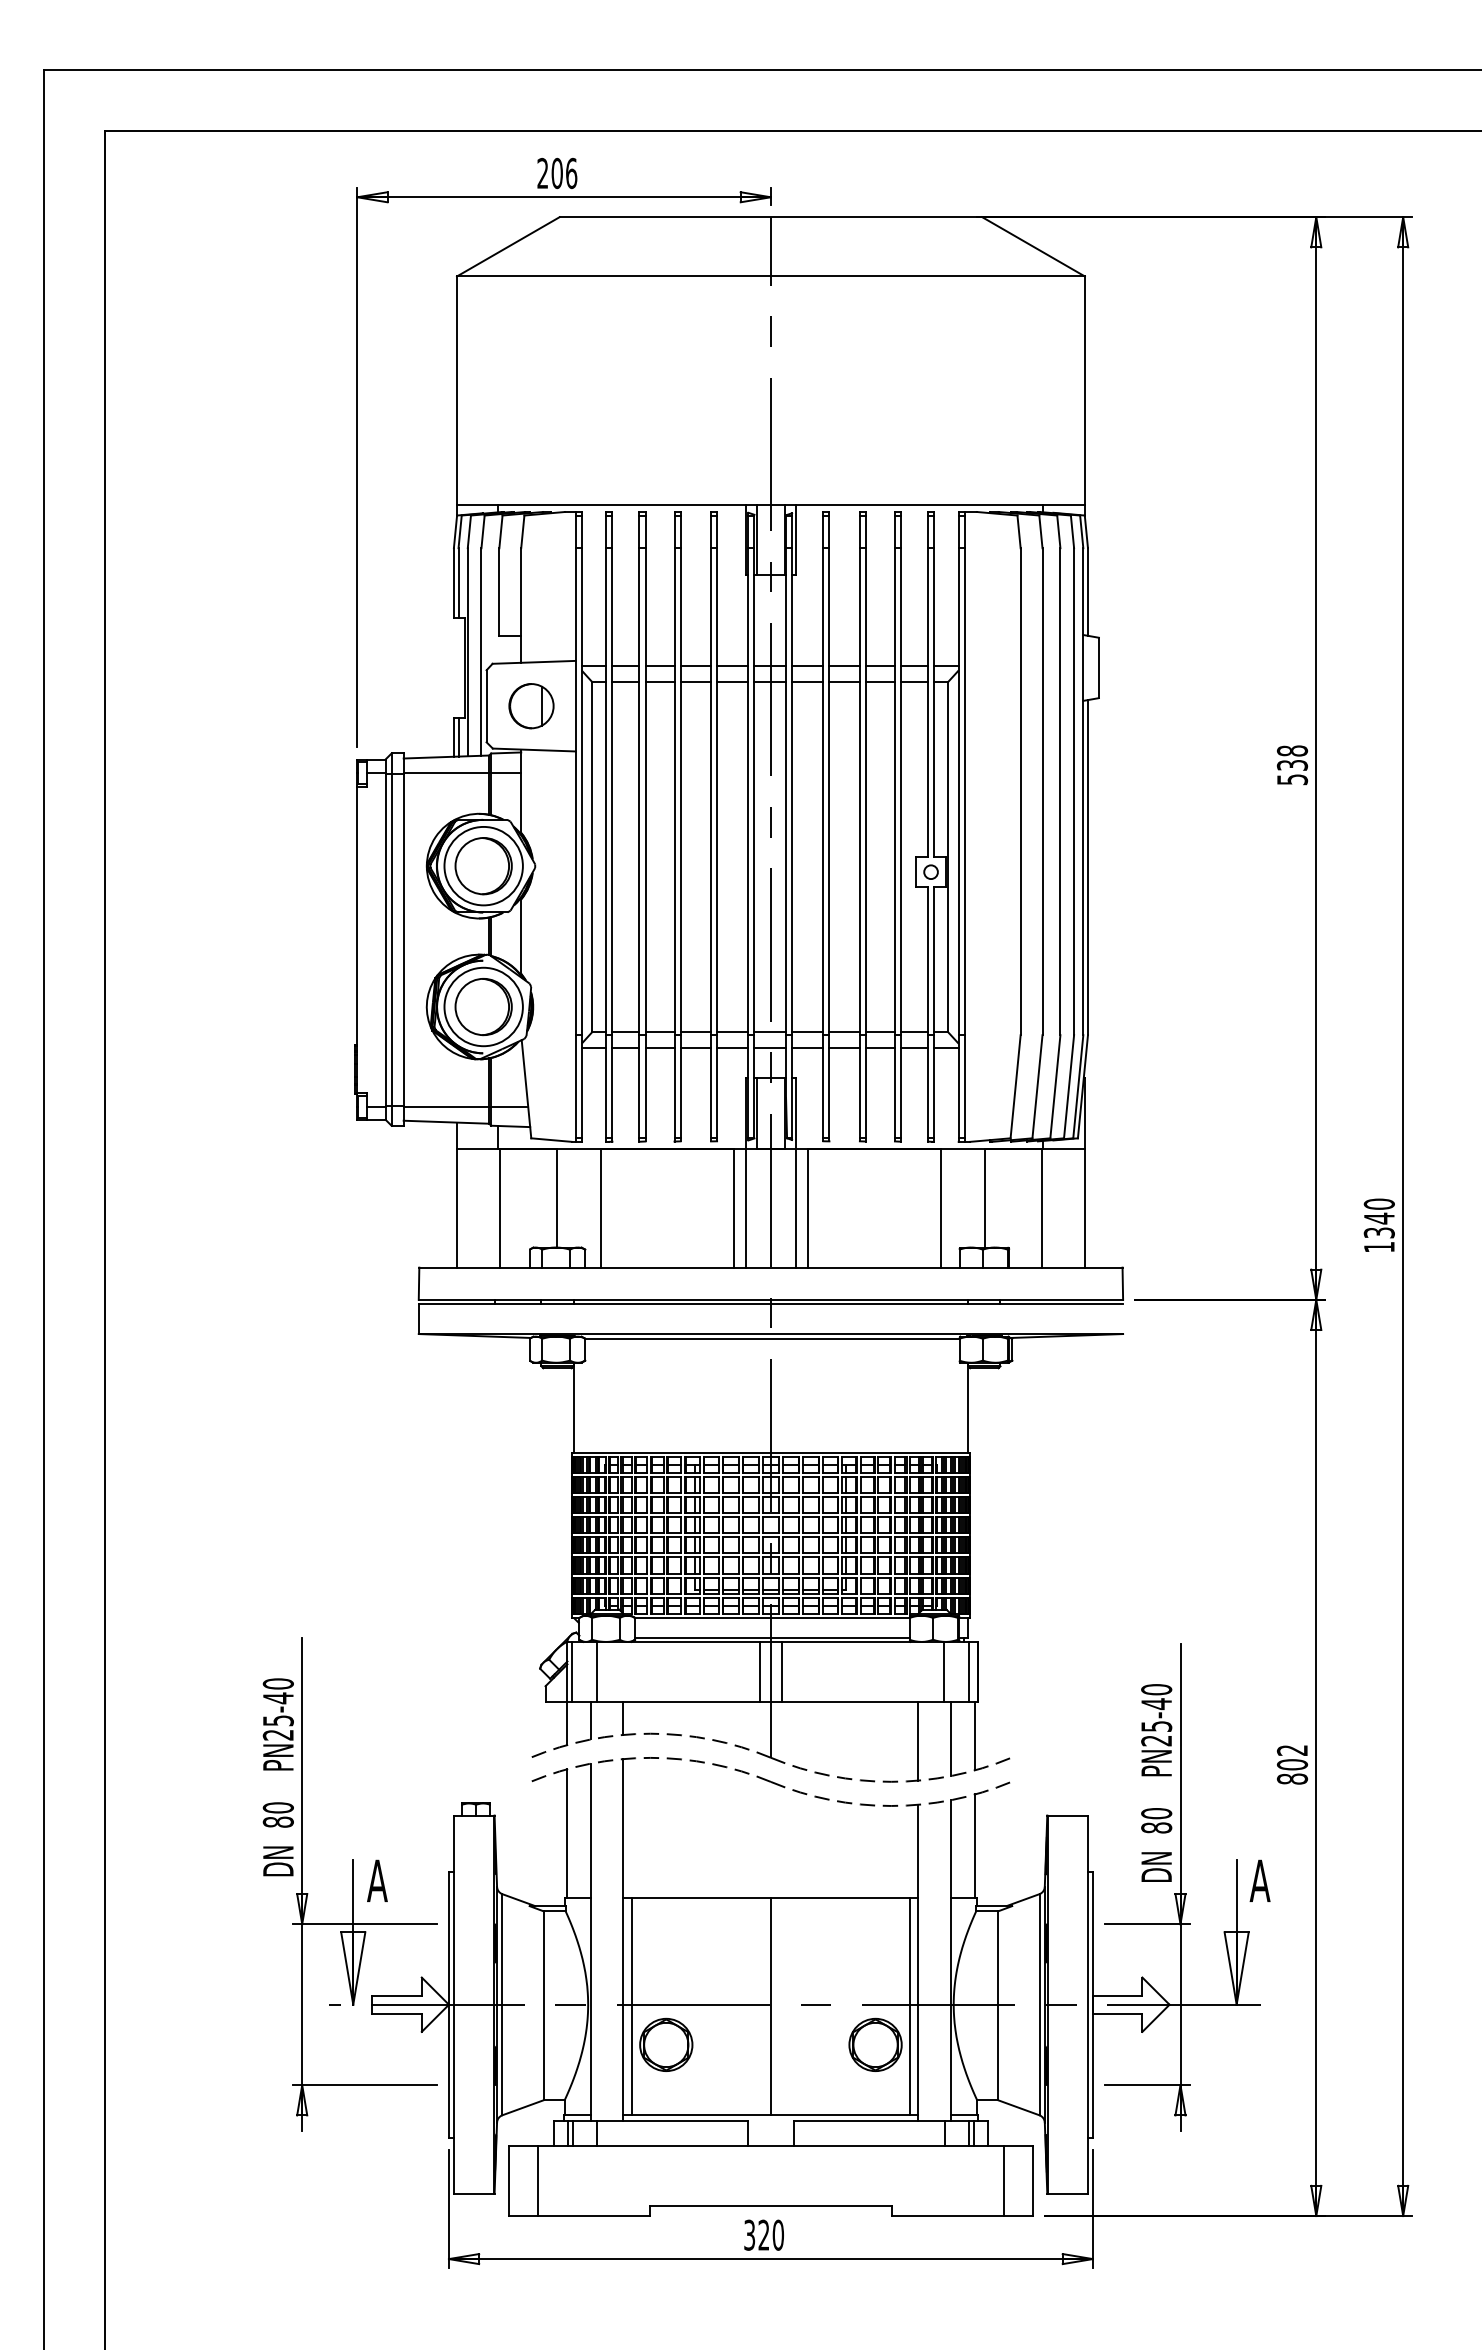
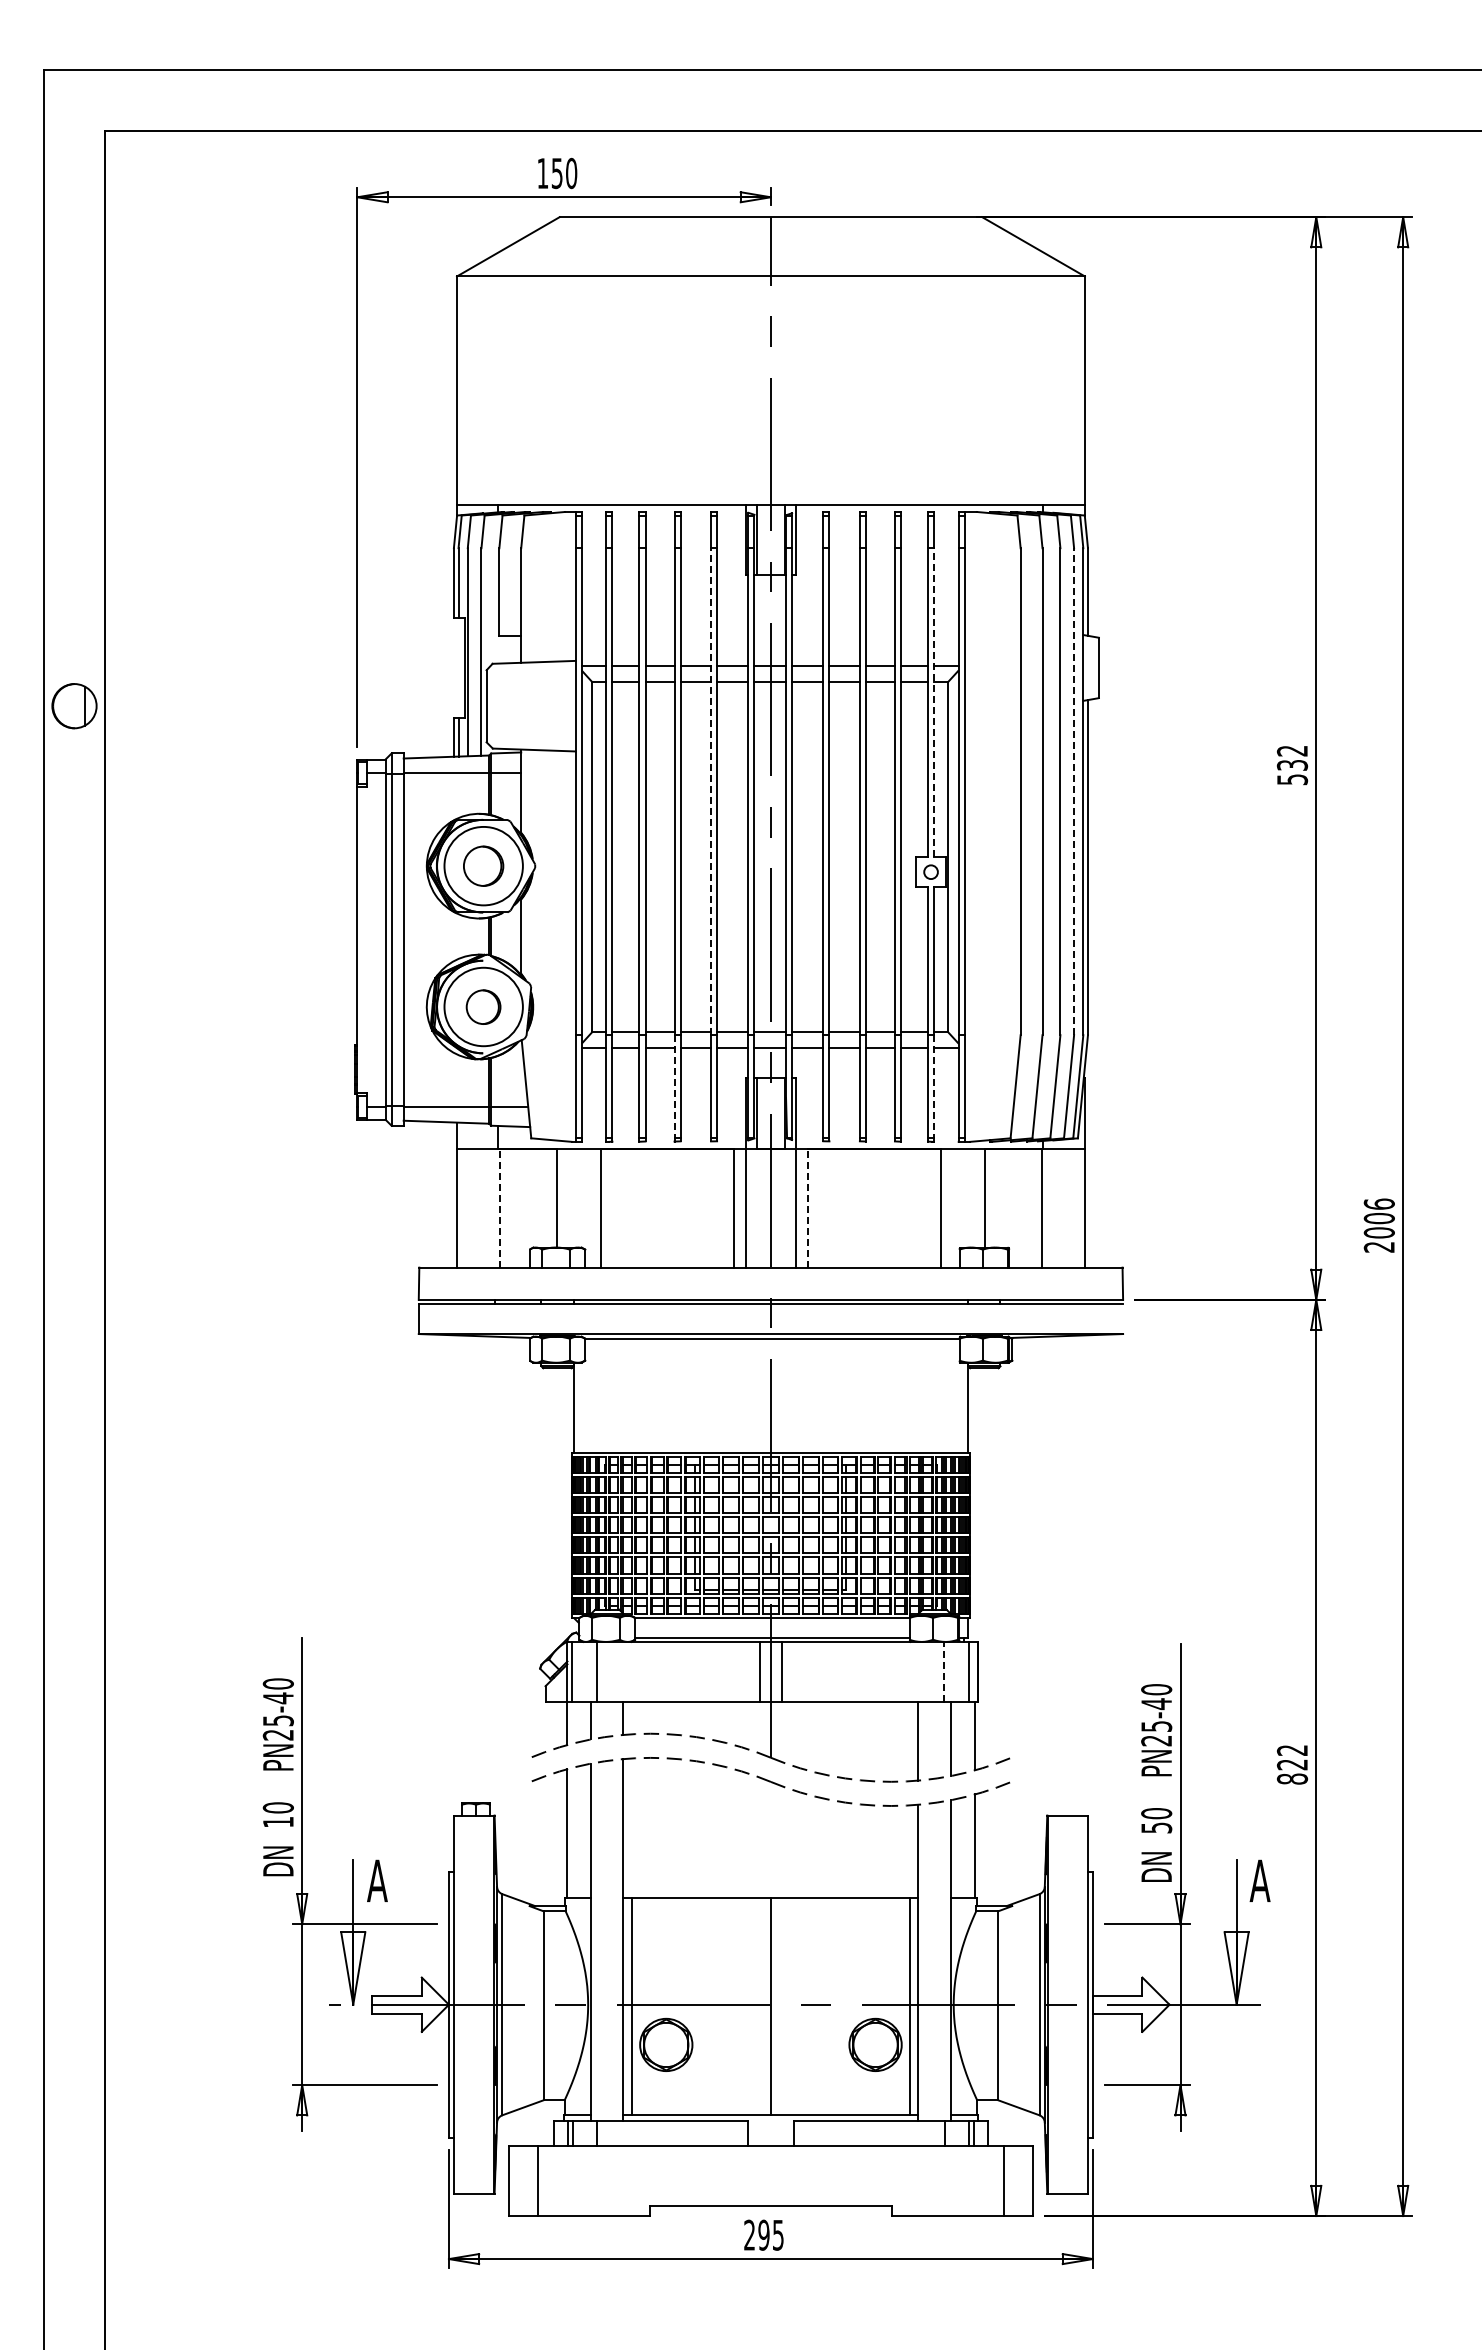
text at (557, 173): 206 -> 150
line at (934, 702): solid -> dashed
part at (531, 706) position: (531, 706) -> (74, 706)
text at (1292, 750): 538 -> 532
line at (711, 791): solid -> dashed
line at (1074, 791): solid -> dashed
part at (483, 866) size: 59x59 px -> 42x42 px
part at (483, 1007) size: 59x59 px -> 37x36 px
line at (674, 1086): solid -> dashed
line at (934, 1086): solid -> dashed
line at (499, 1207): solid -> dashed
line at (807, 1207): solid -> dashed
text at (1378, 1225): 1340 -> 2006
line at (944, 1671): solid -> dashed
text at (1292, 1764): 802 -> 822
text at (277, 1821): 80 -> 10
text at (1156, 1827): 80 -> 50
text at (763, 2234): 320 -> 295
